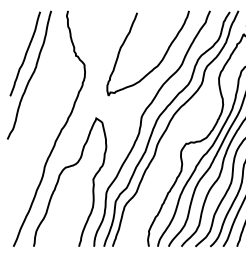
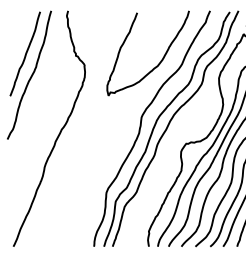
curve at (59, 180): present -> none
